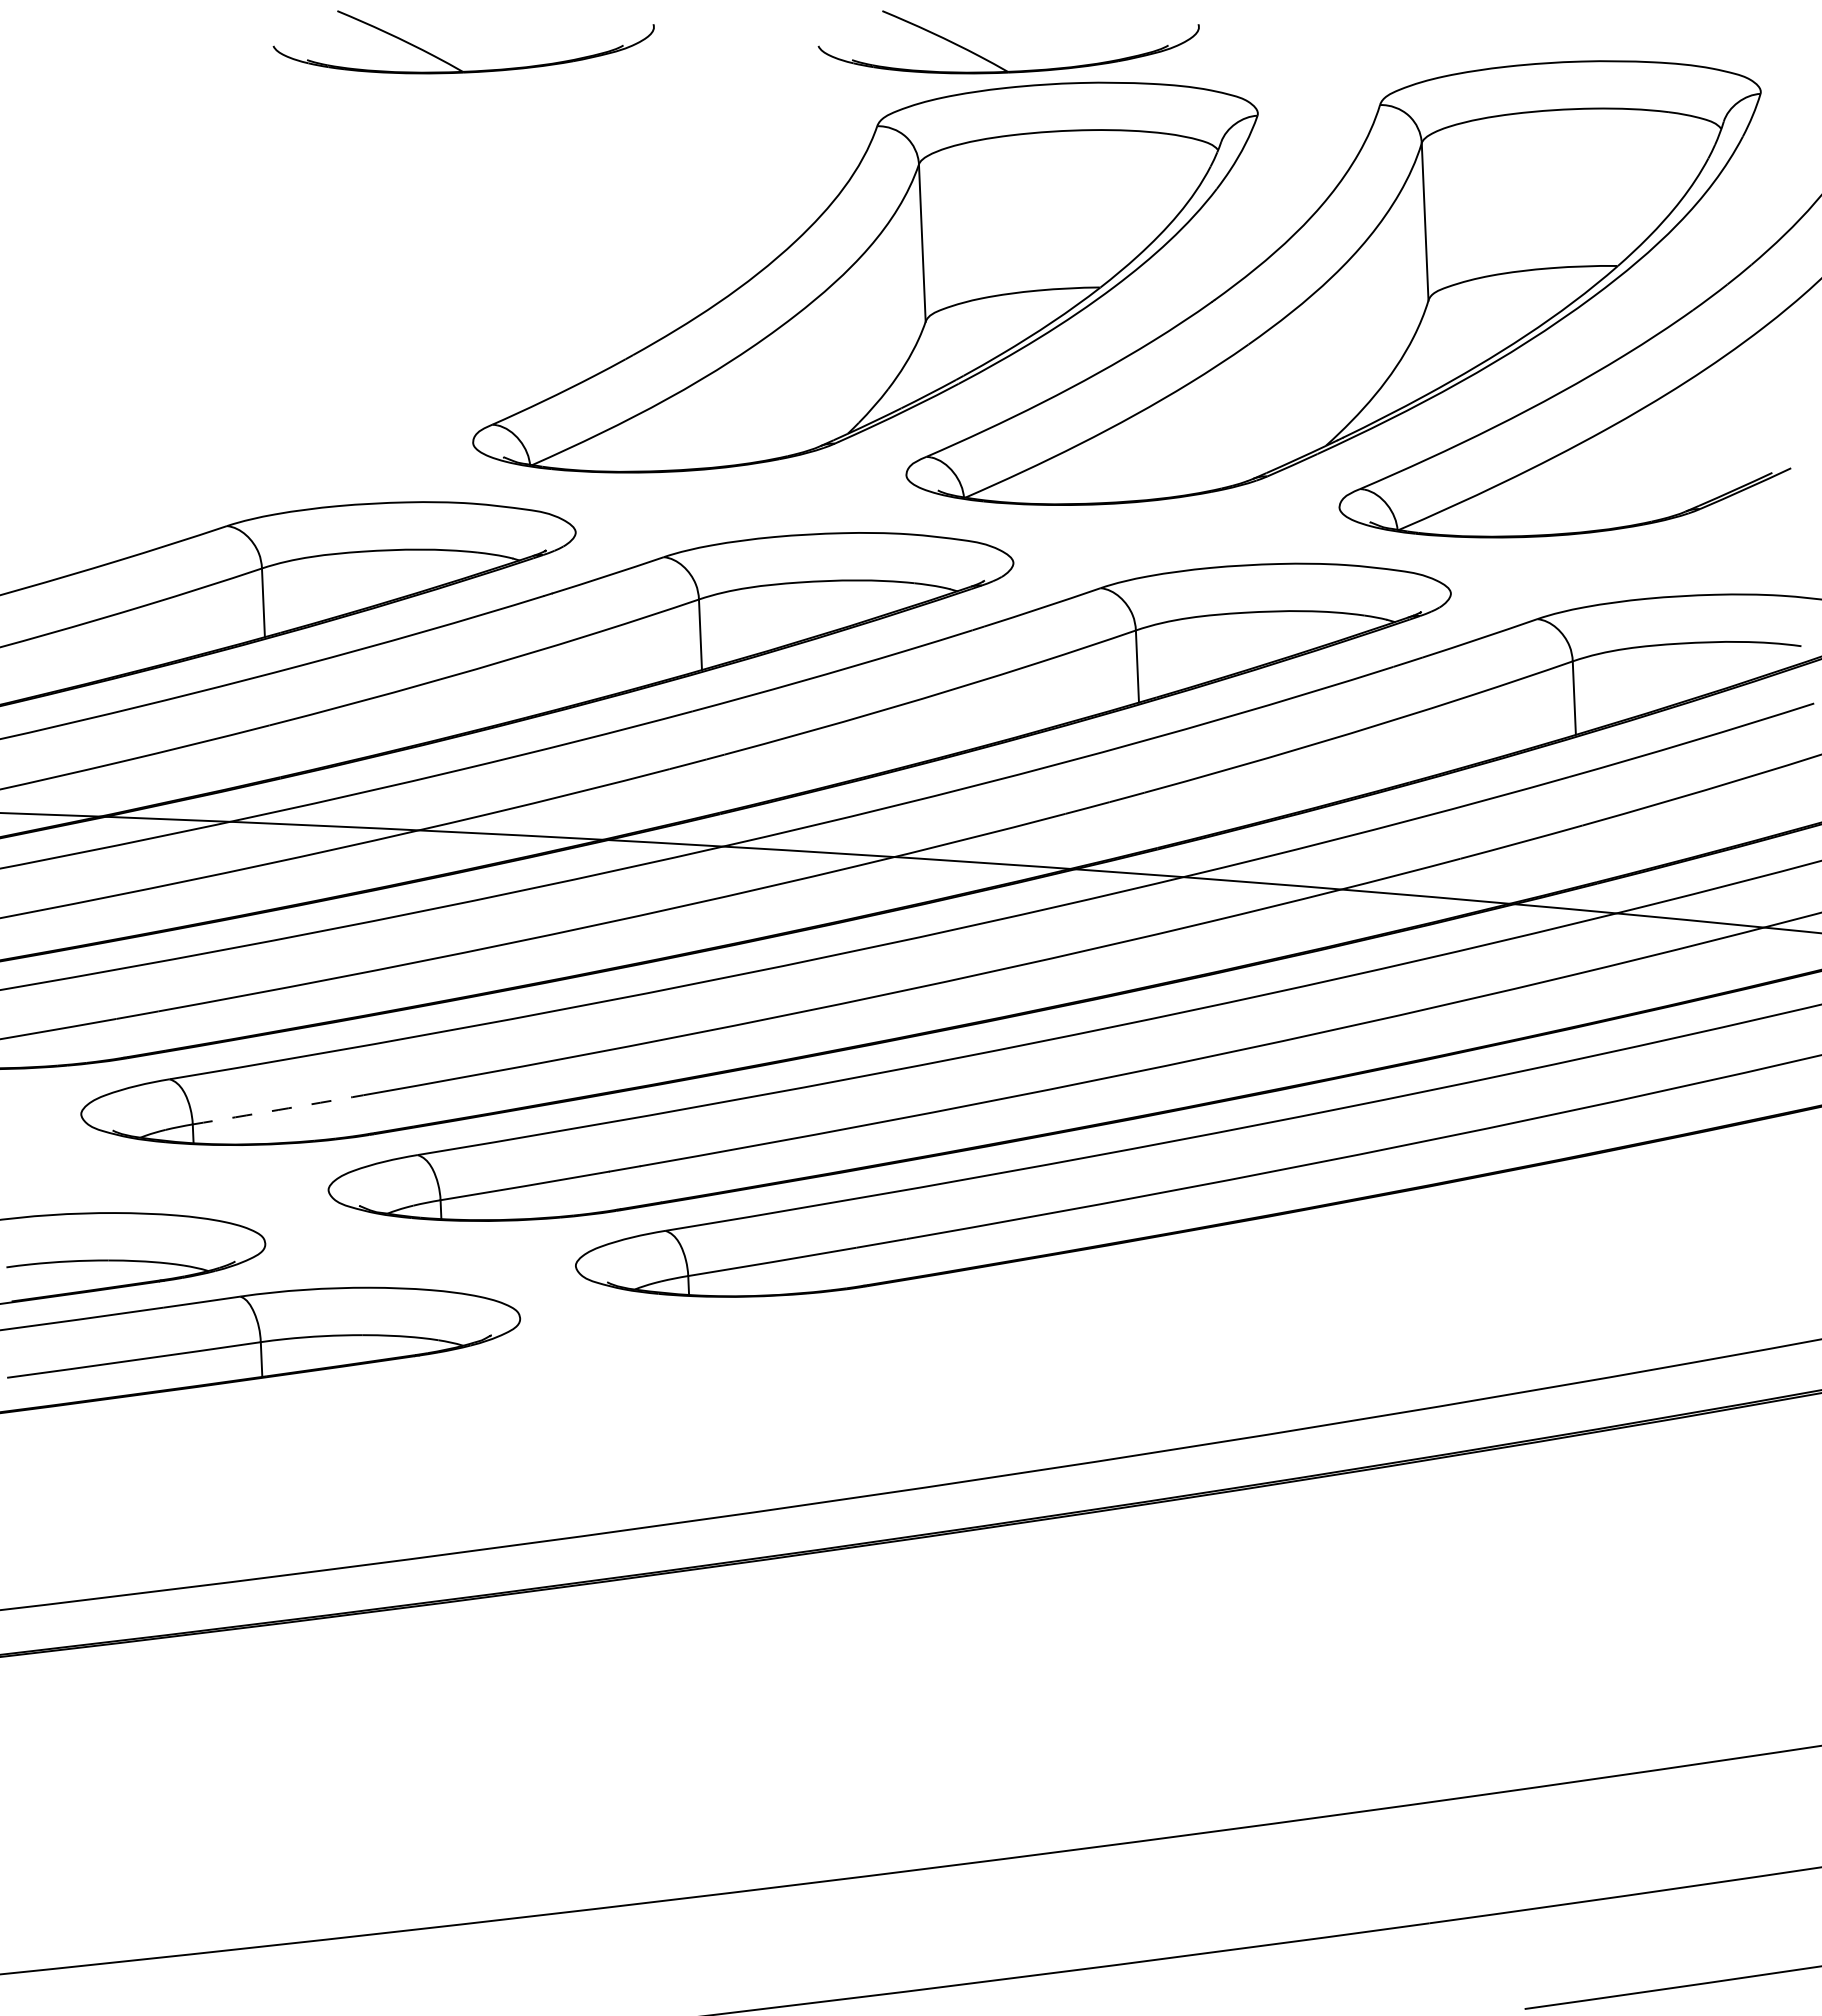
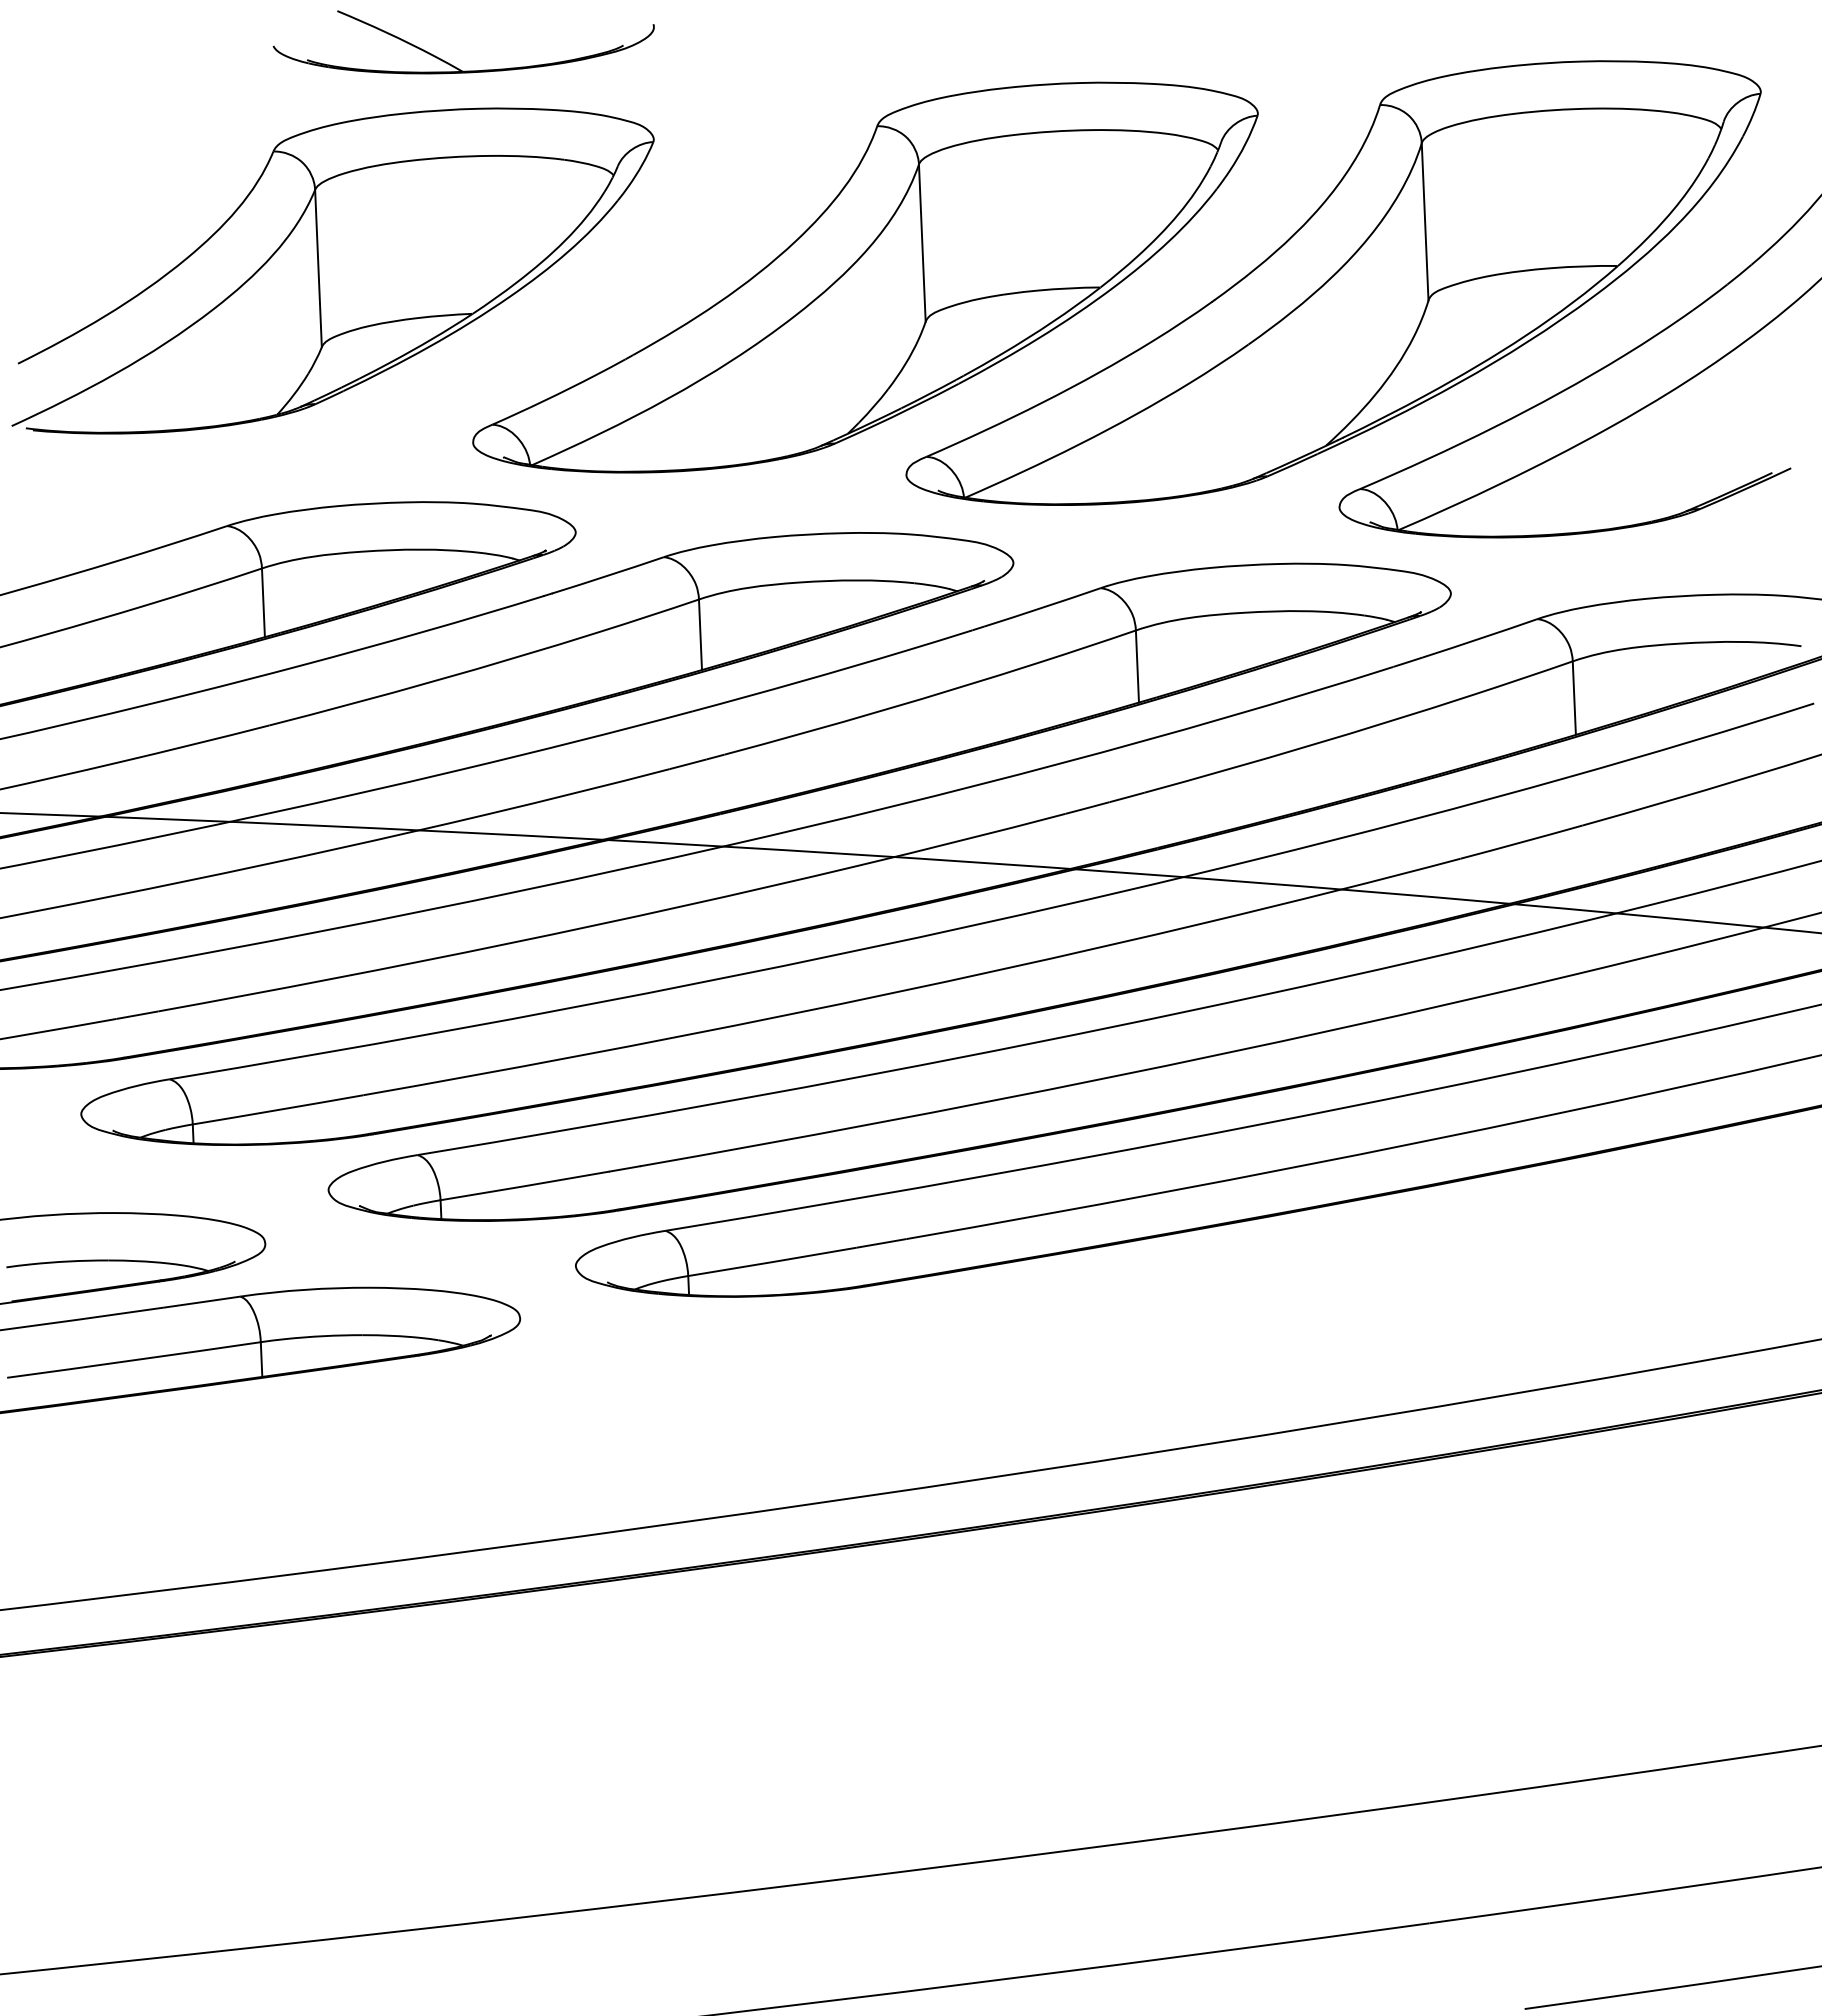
part at (997, 64): present -> none
part at (332, 270): none -> present
arc at (278, 1110): dashed -> solid
